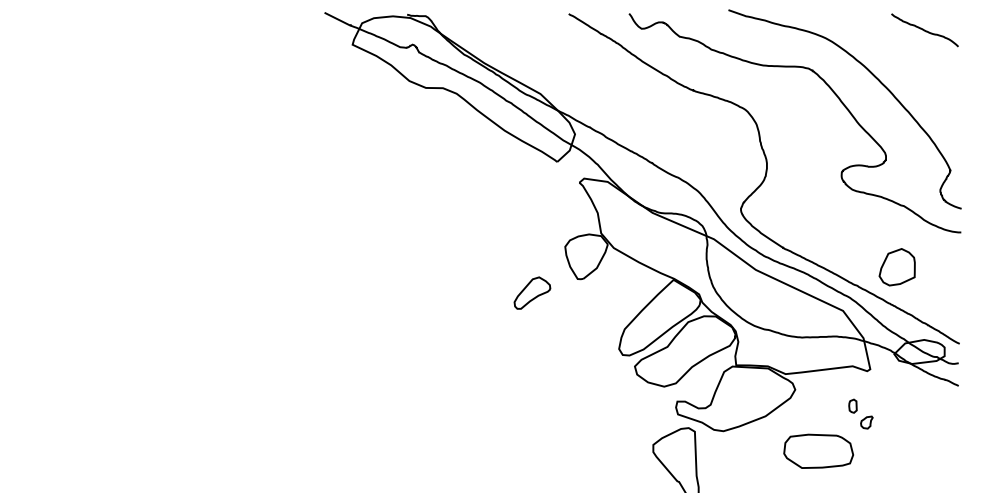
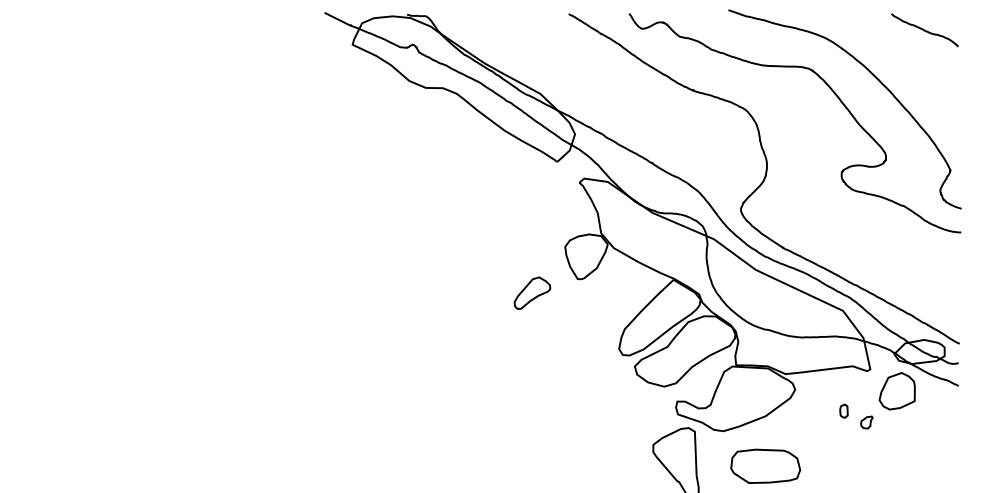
part at (896, 267) position: (896, 267) -> (896, 391)
part at (852, 405) position: (852, 405) -> (843, 410)
part at (818, 450) position: (818, 450) -> (765, 465)
